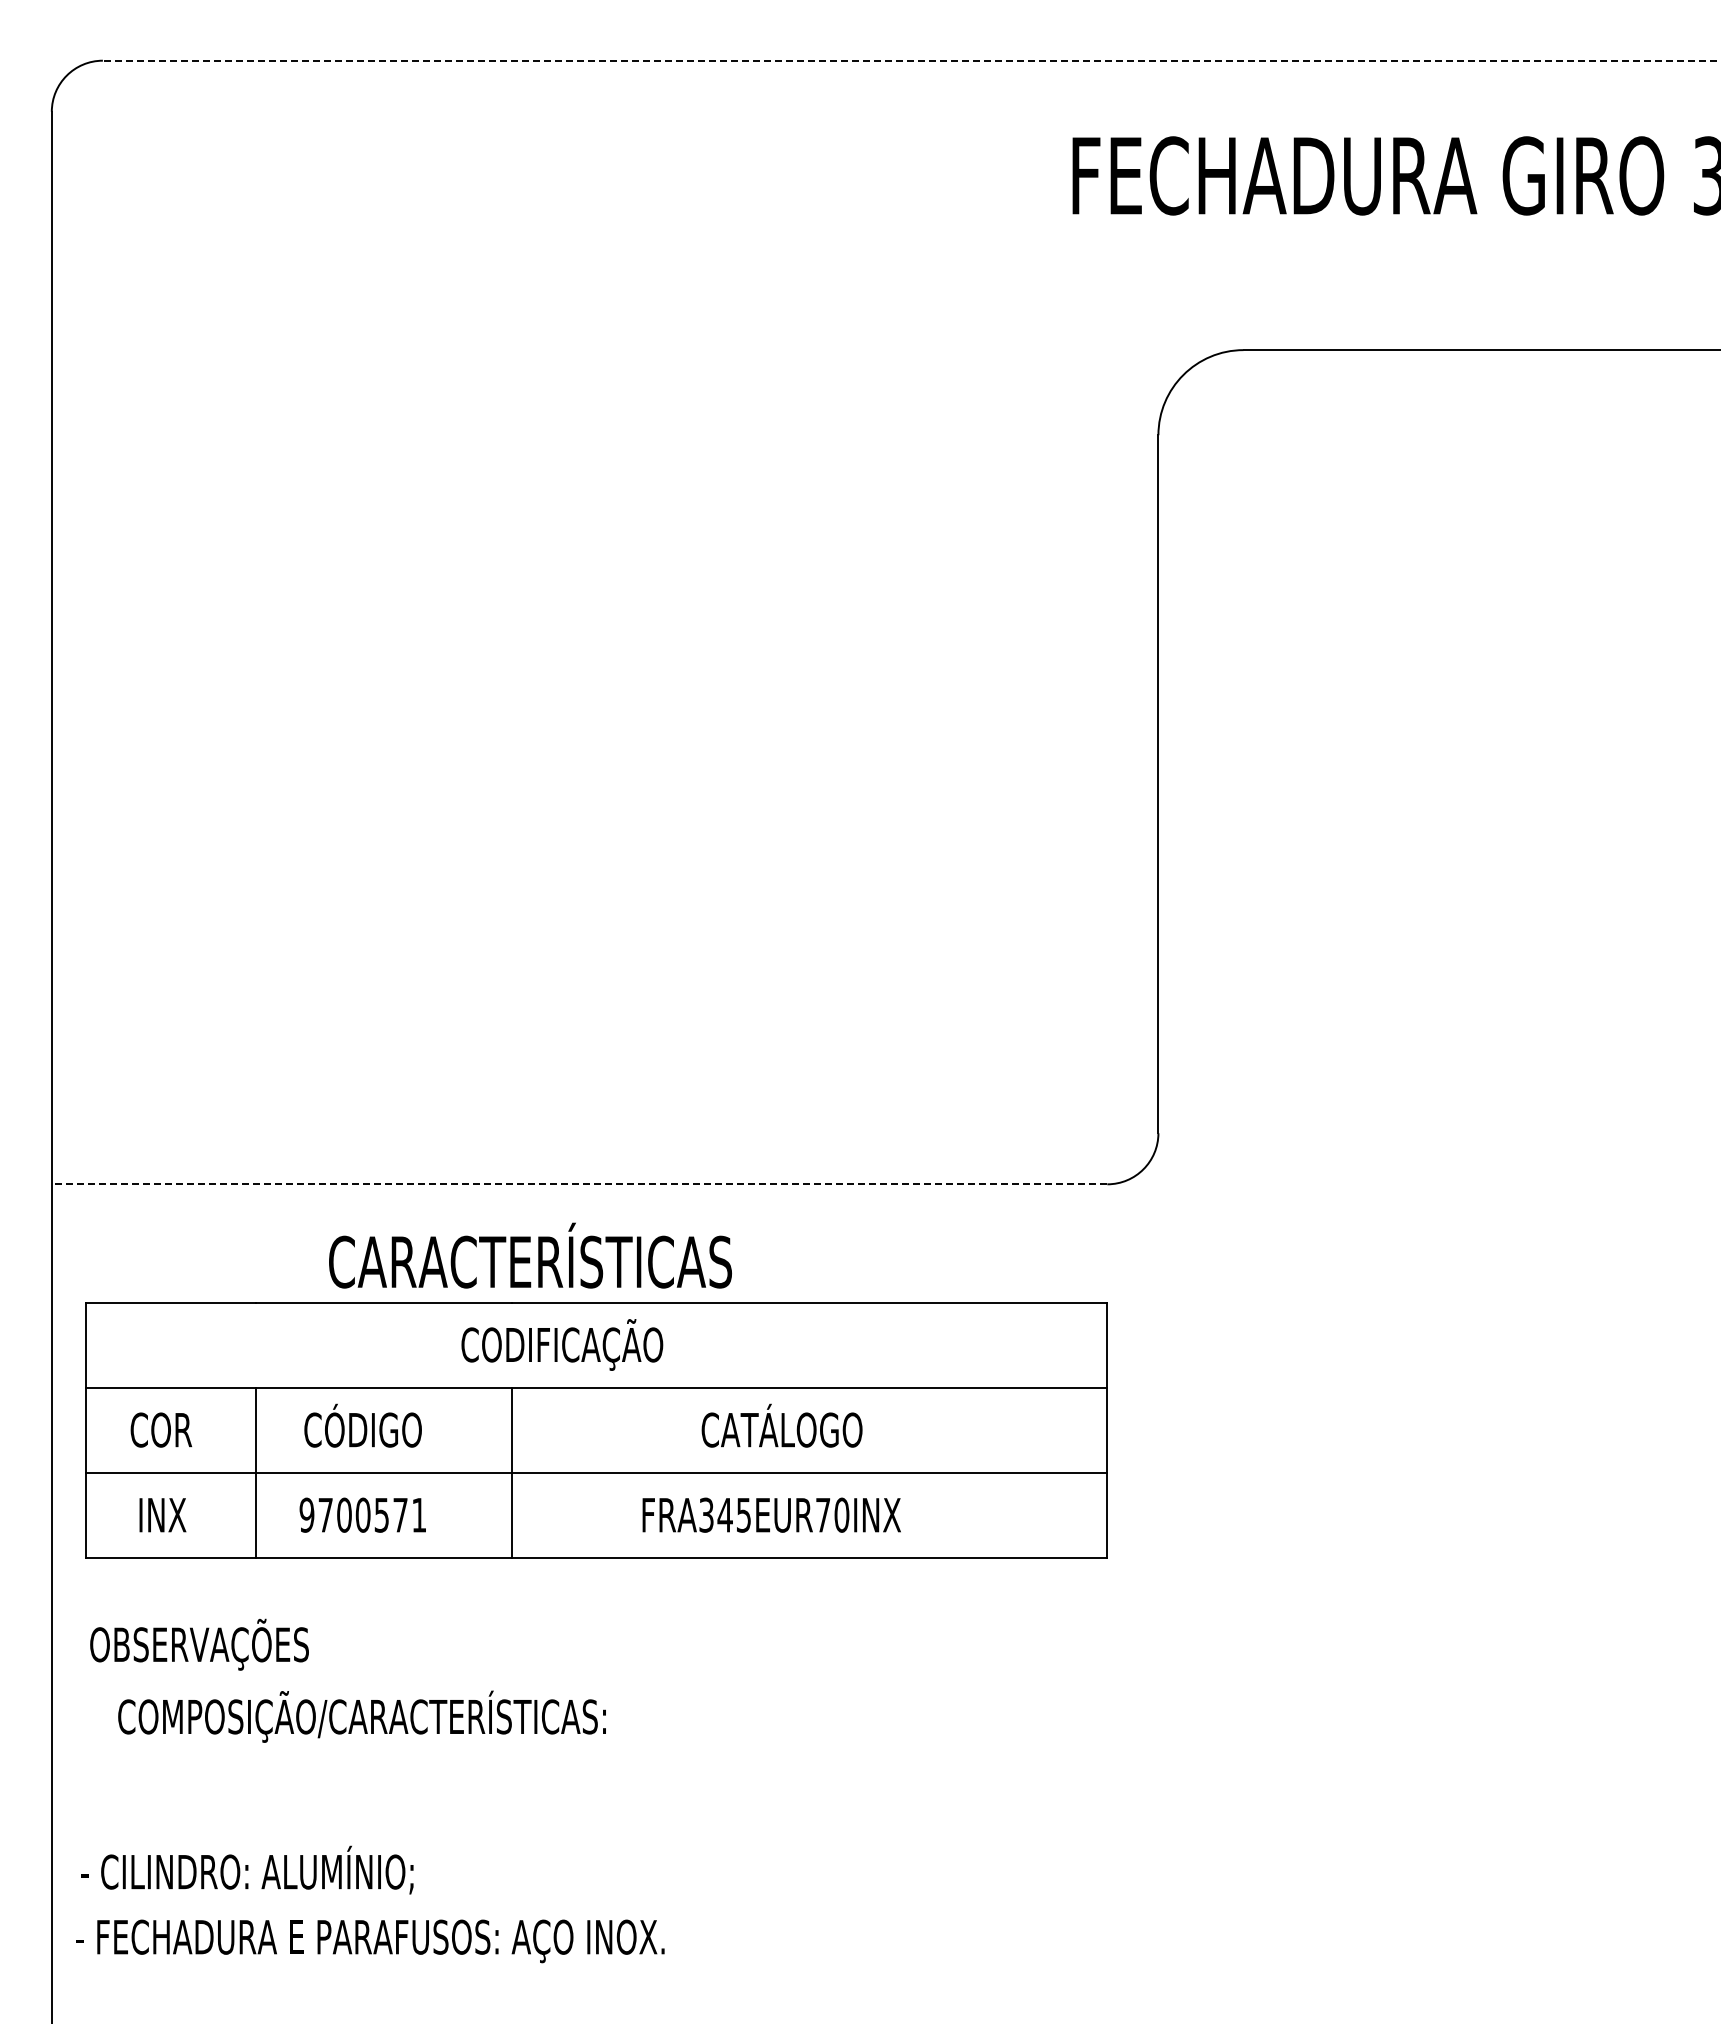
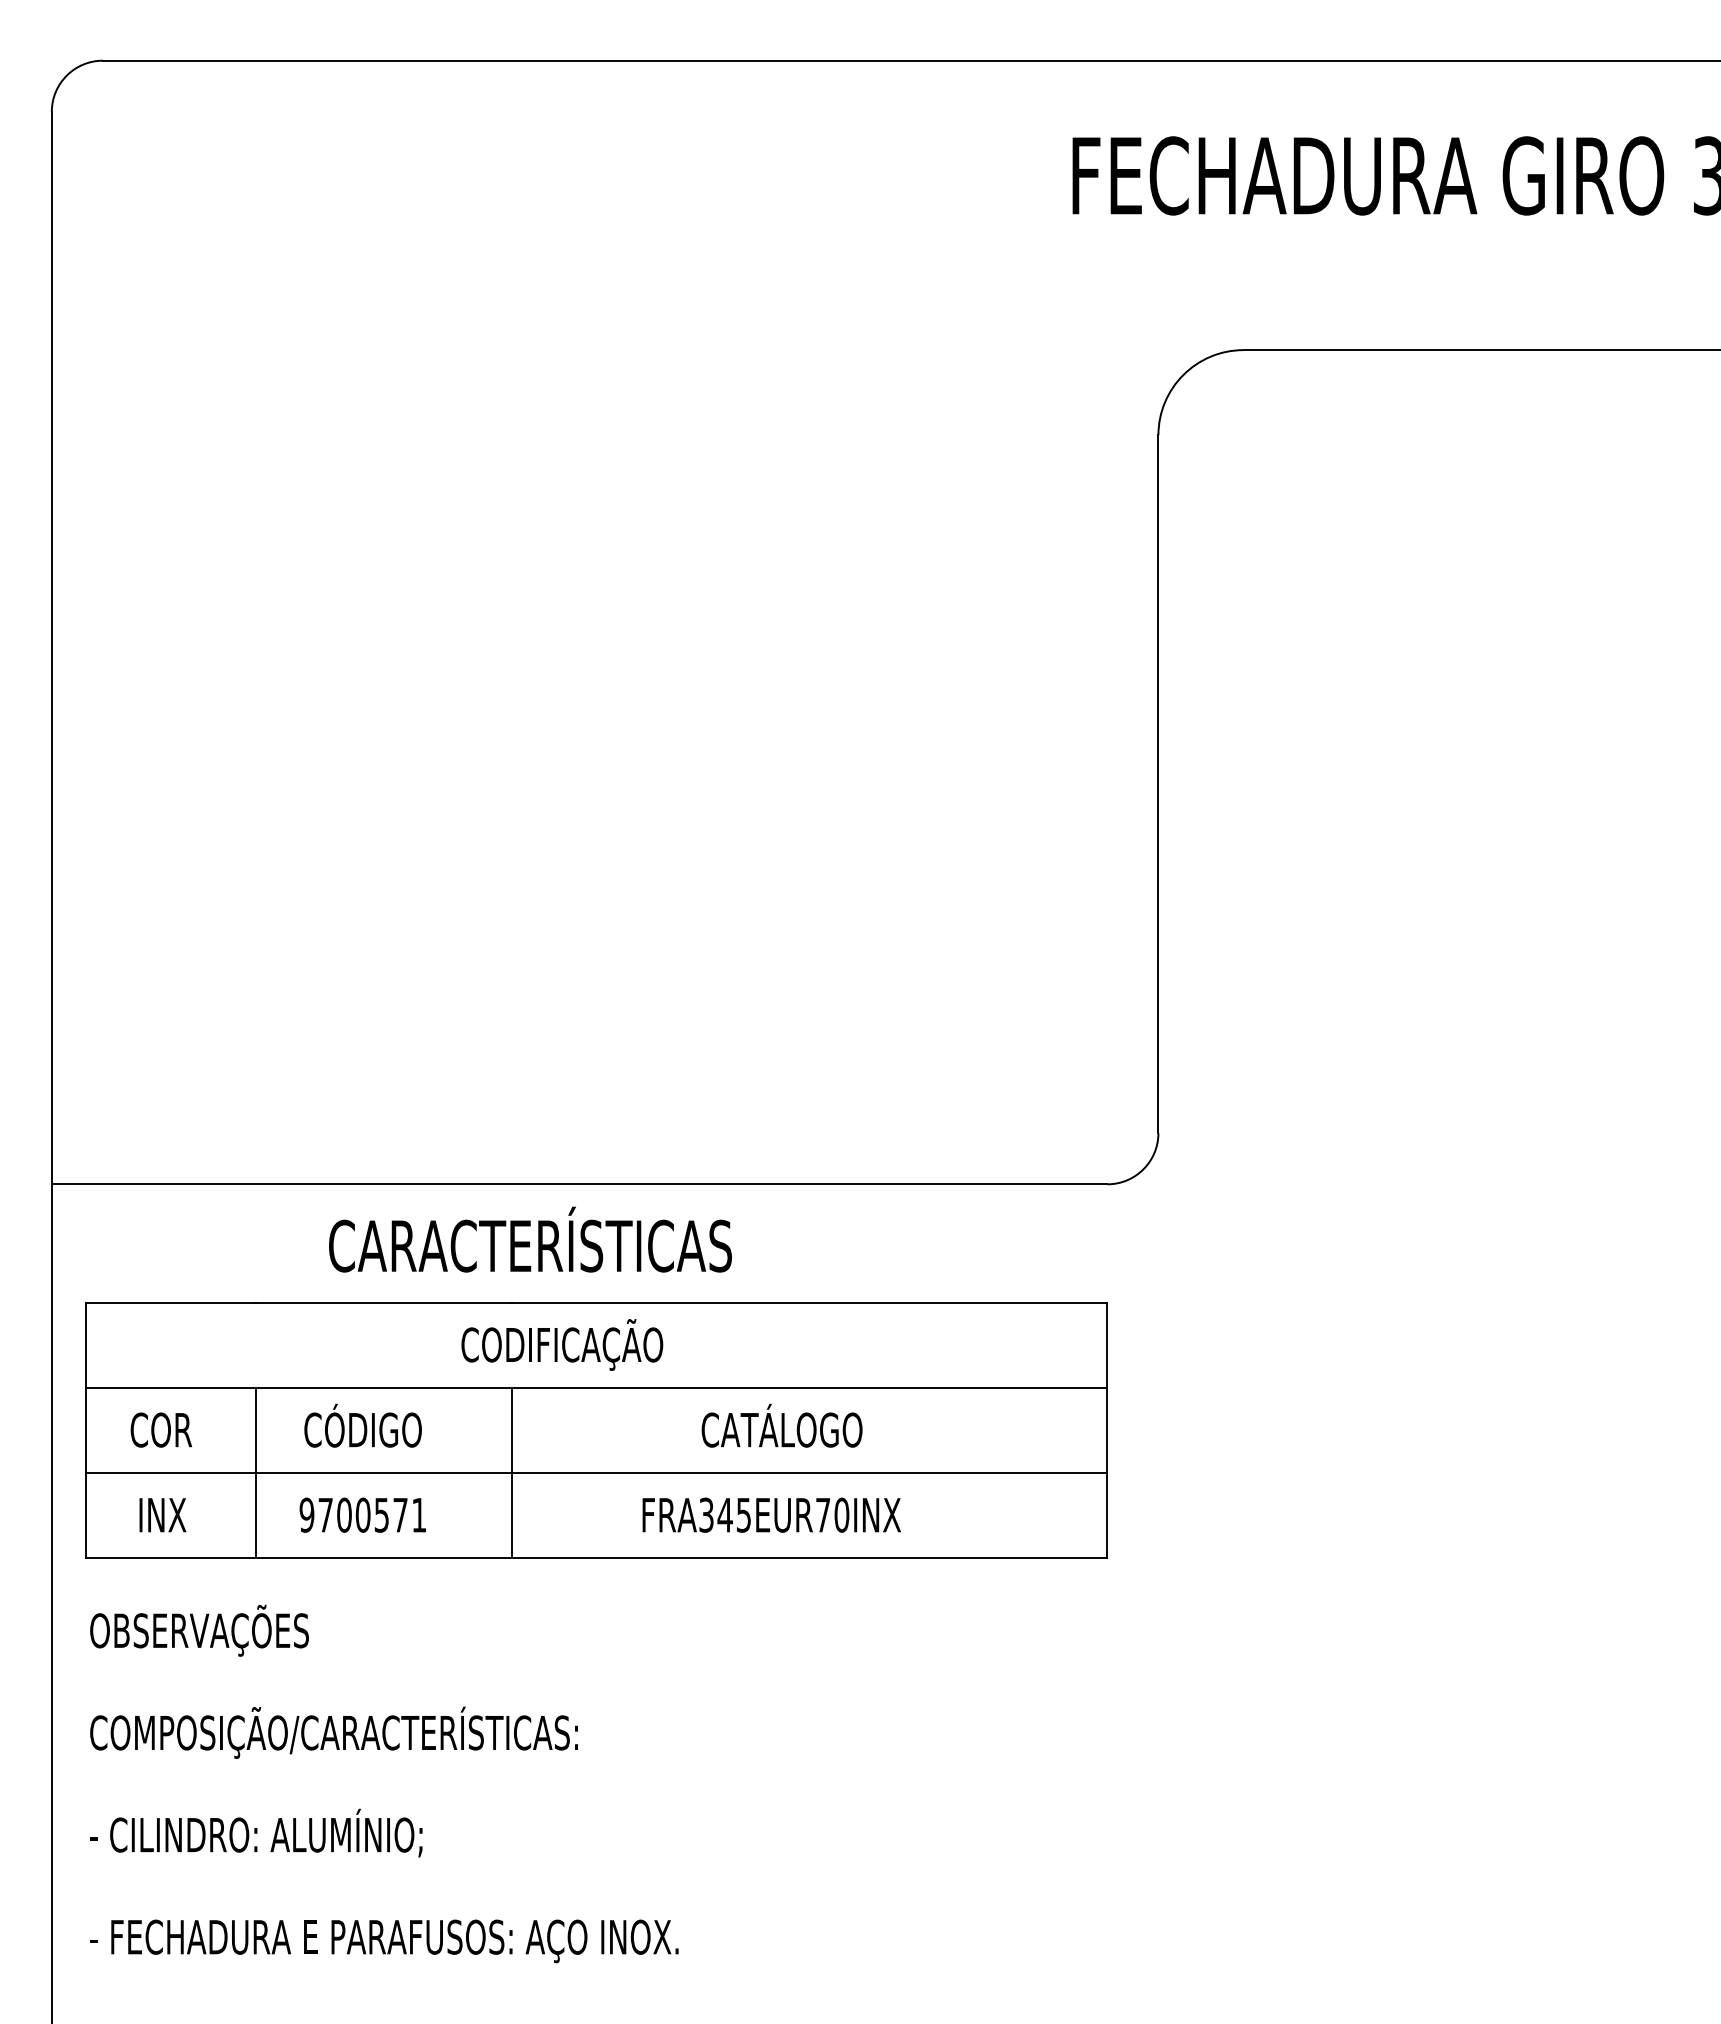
line at (911, 60): dashed -> solid
line at (579, 1184): dashed -> solid
text at (530, 1255) position: (530, 1255) -> (530, 1239)
text at (199, 1644) position: (199, 1644) -> (199, 1630)
text at (361, 1716) position: (361, 1716) -> (333, 1732)
text at (247, 1869) position: (247, 1869) -> (256, 1832)
text at (370, 1941) position: (370, 1941) -> (384, 1941)
